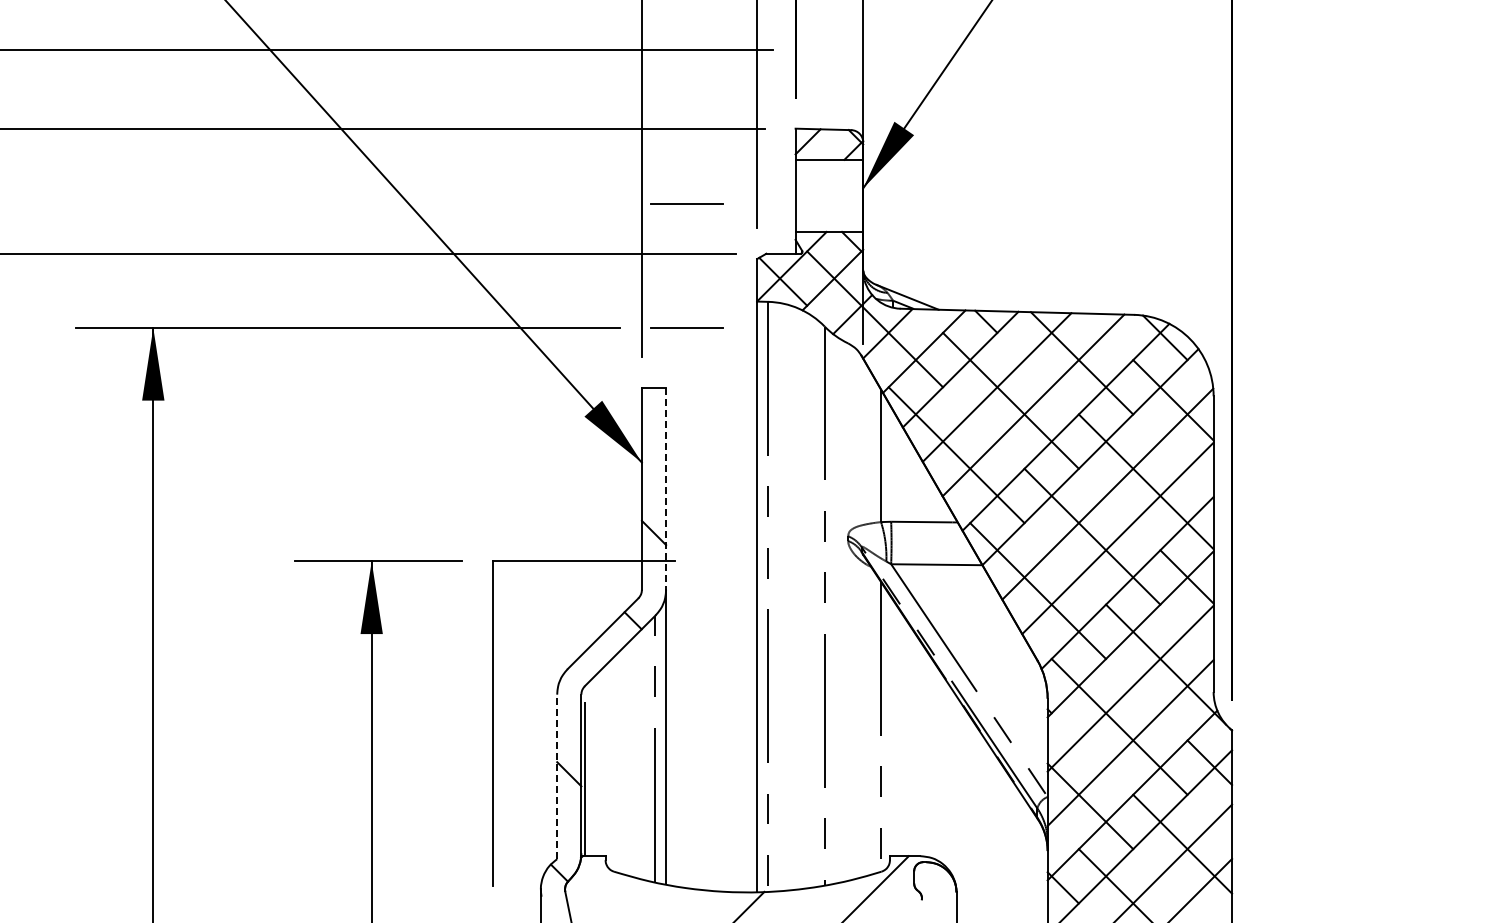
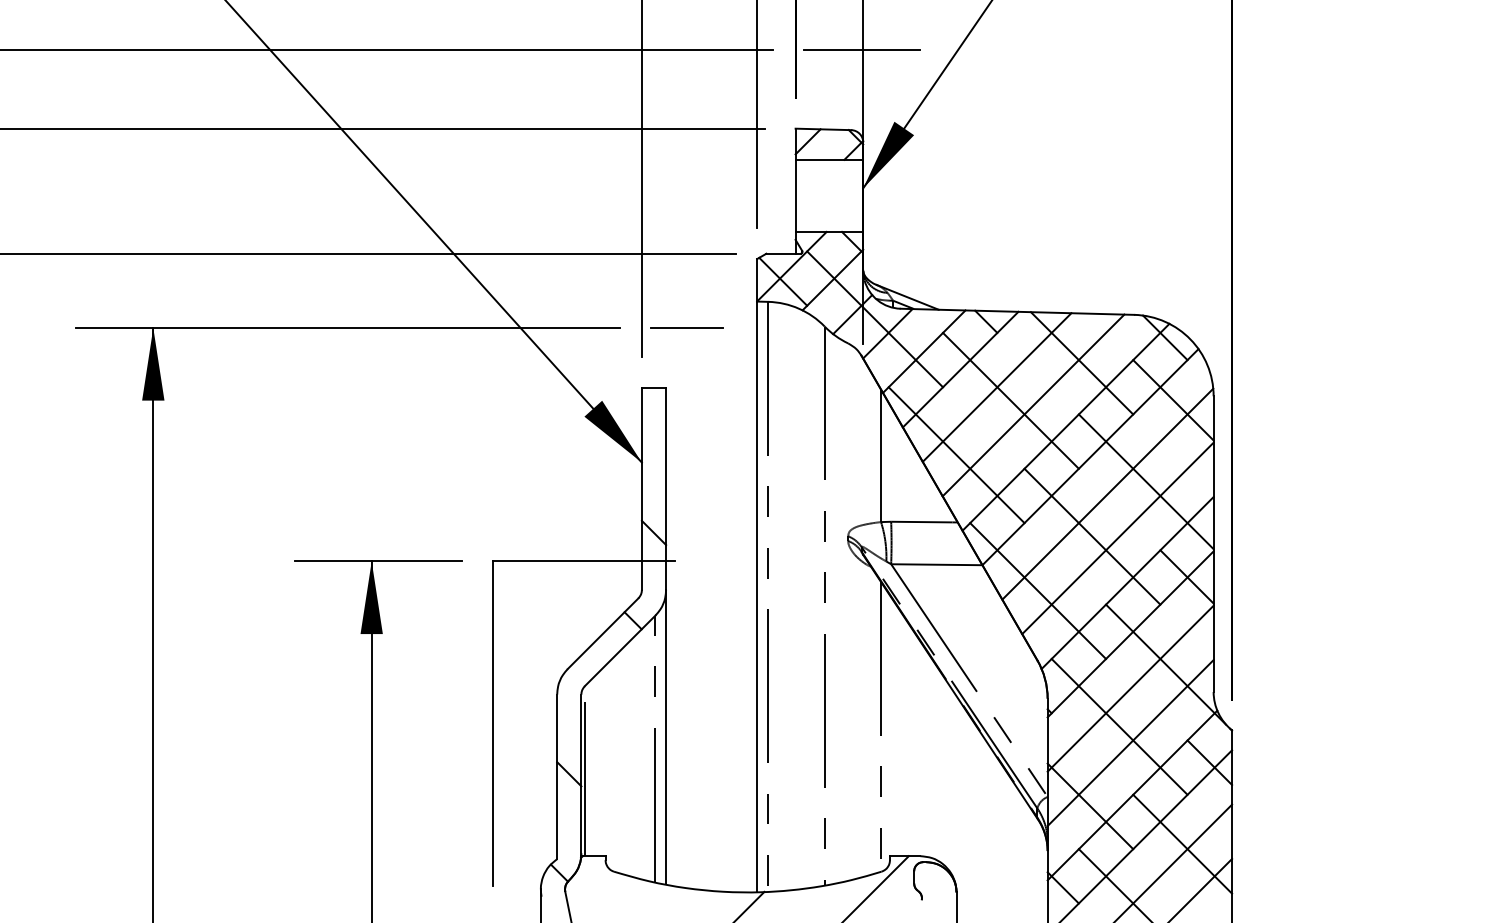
line at (862, 49): none -> present
line at (686, 203): present -> none
line at (666, 489): dashed -> solid
line at (557, 776): dashed -> solid
